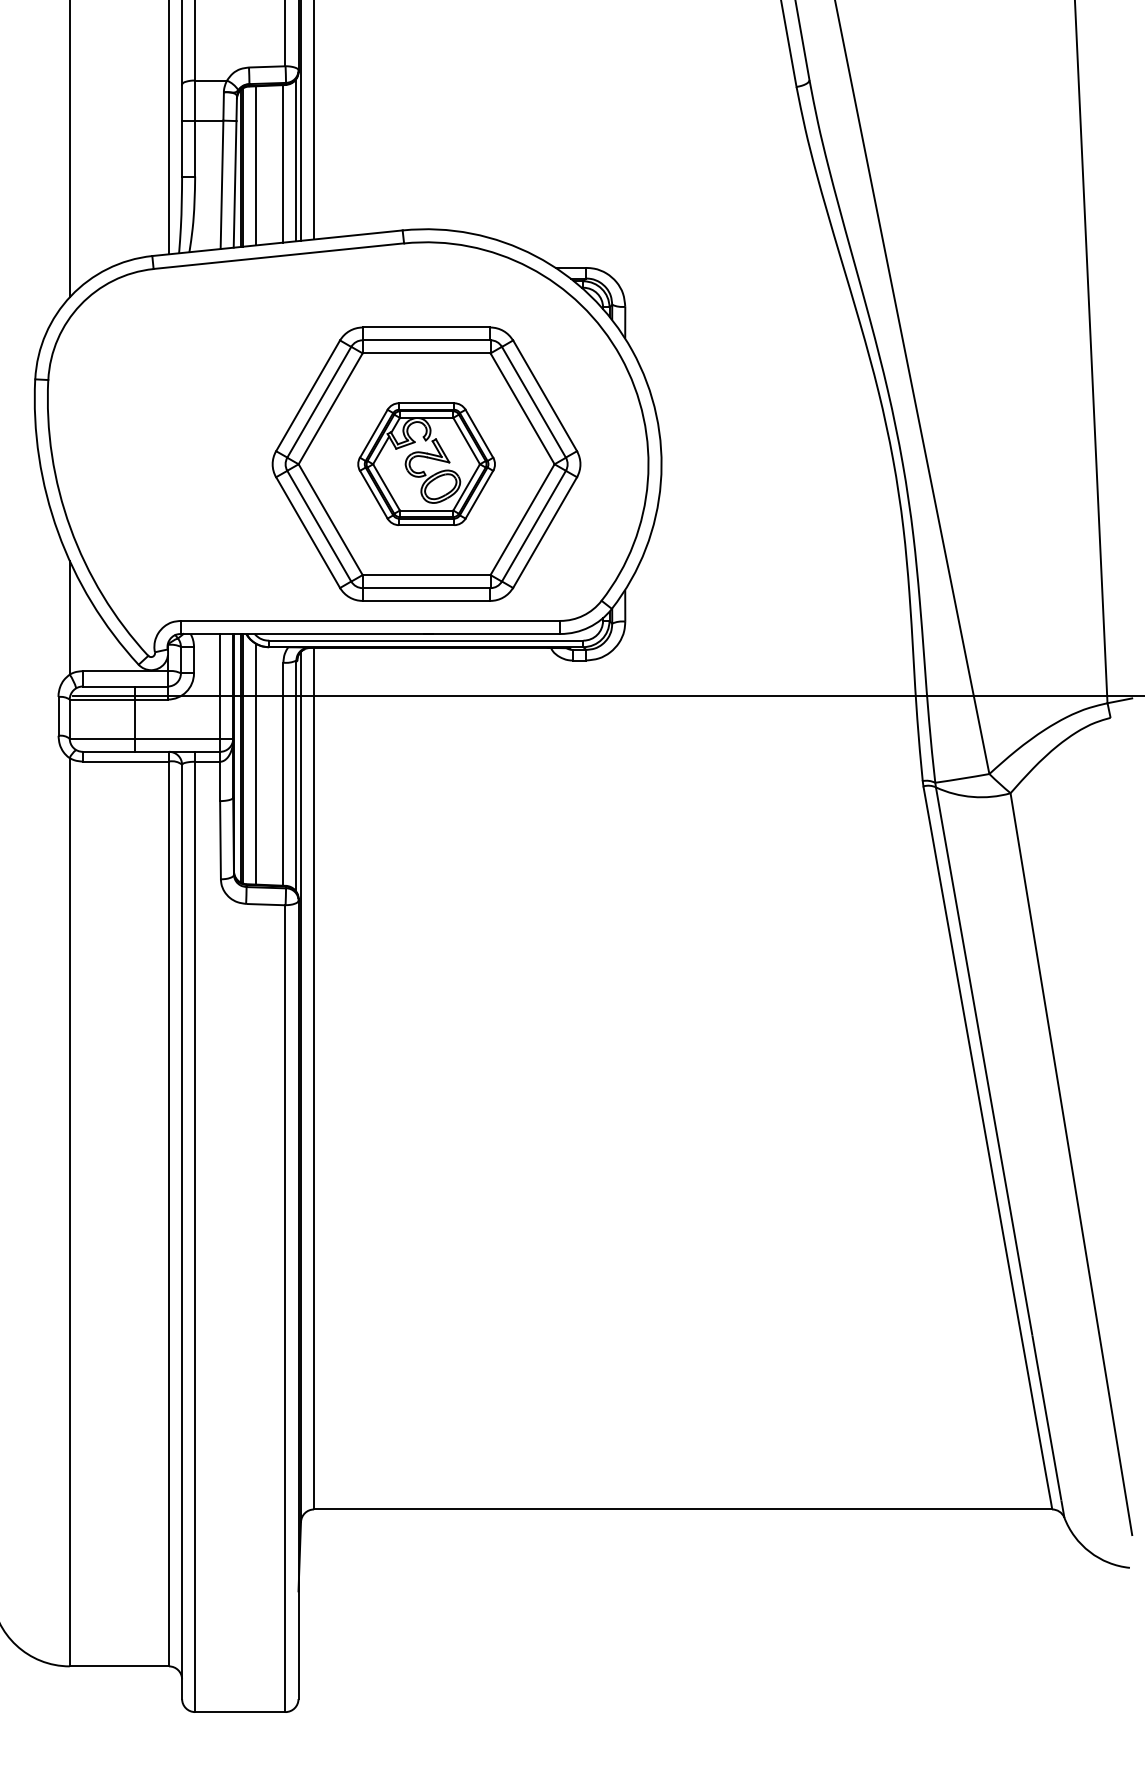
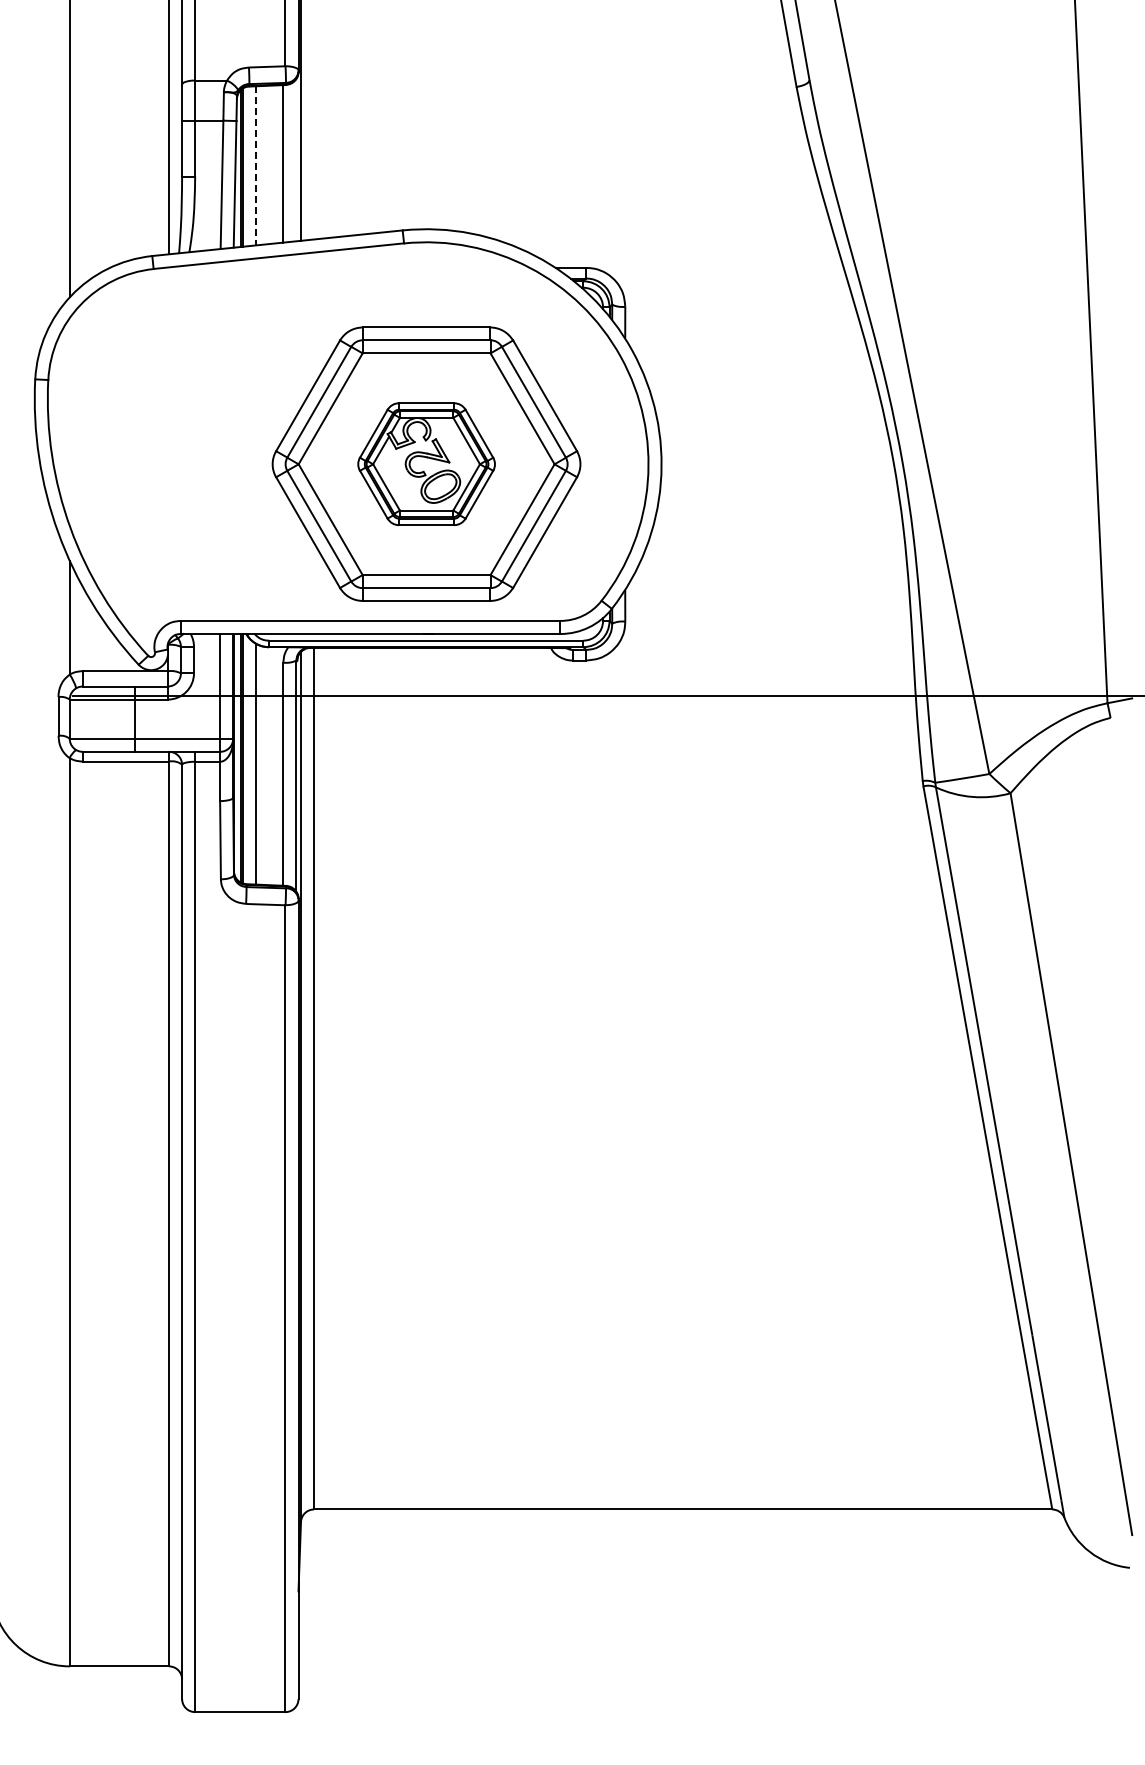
line at (314, 120): present -> none
line at (296, 160): present -> none
line at (255, 165): solid -> dashed
